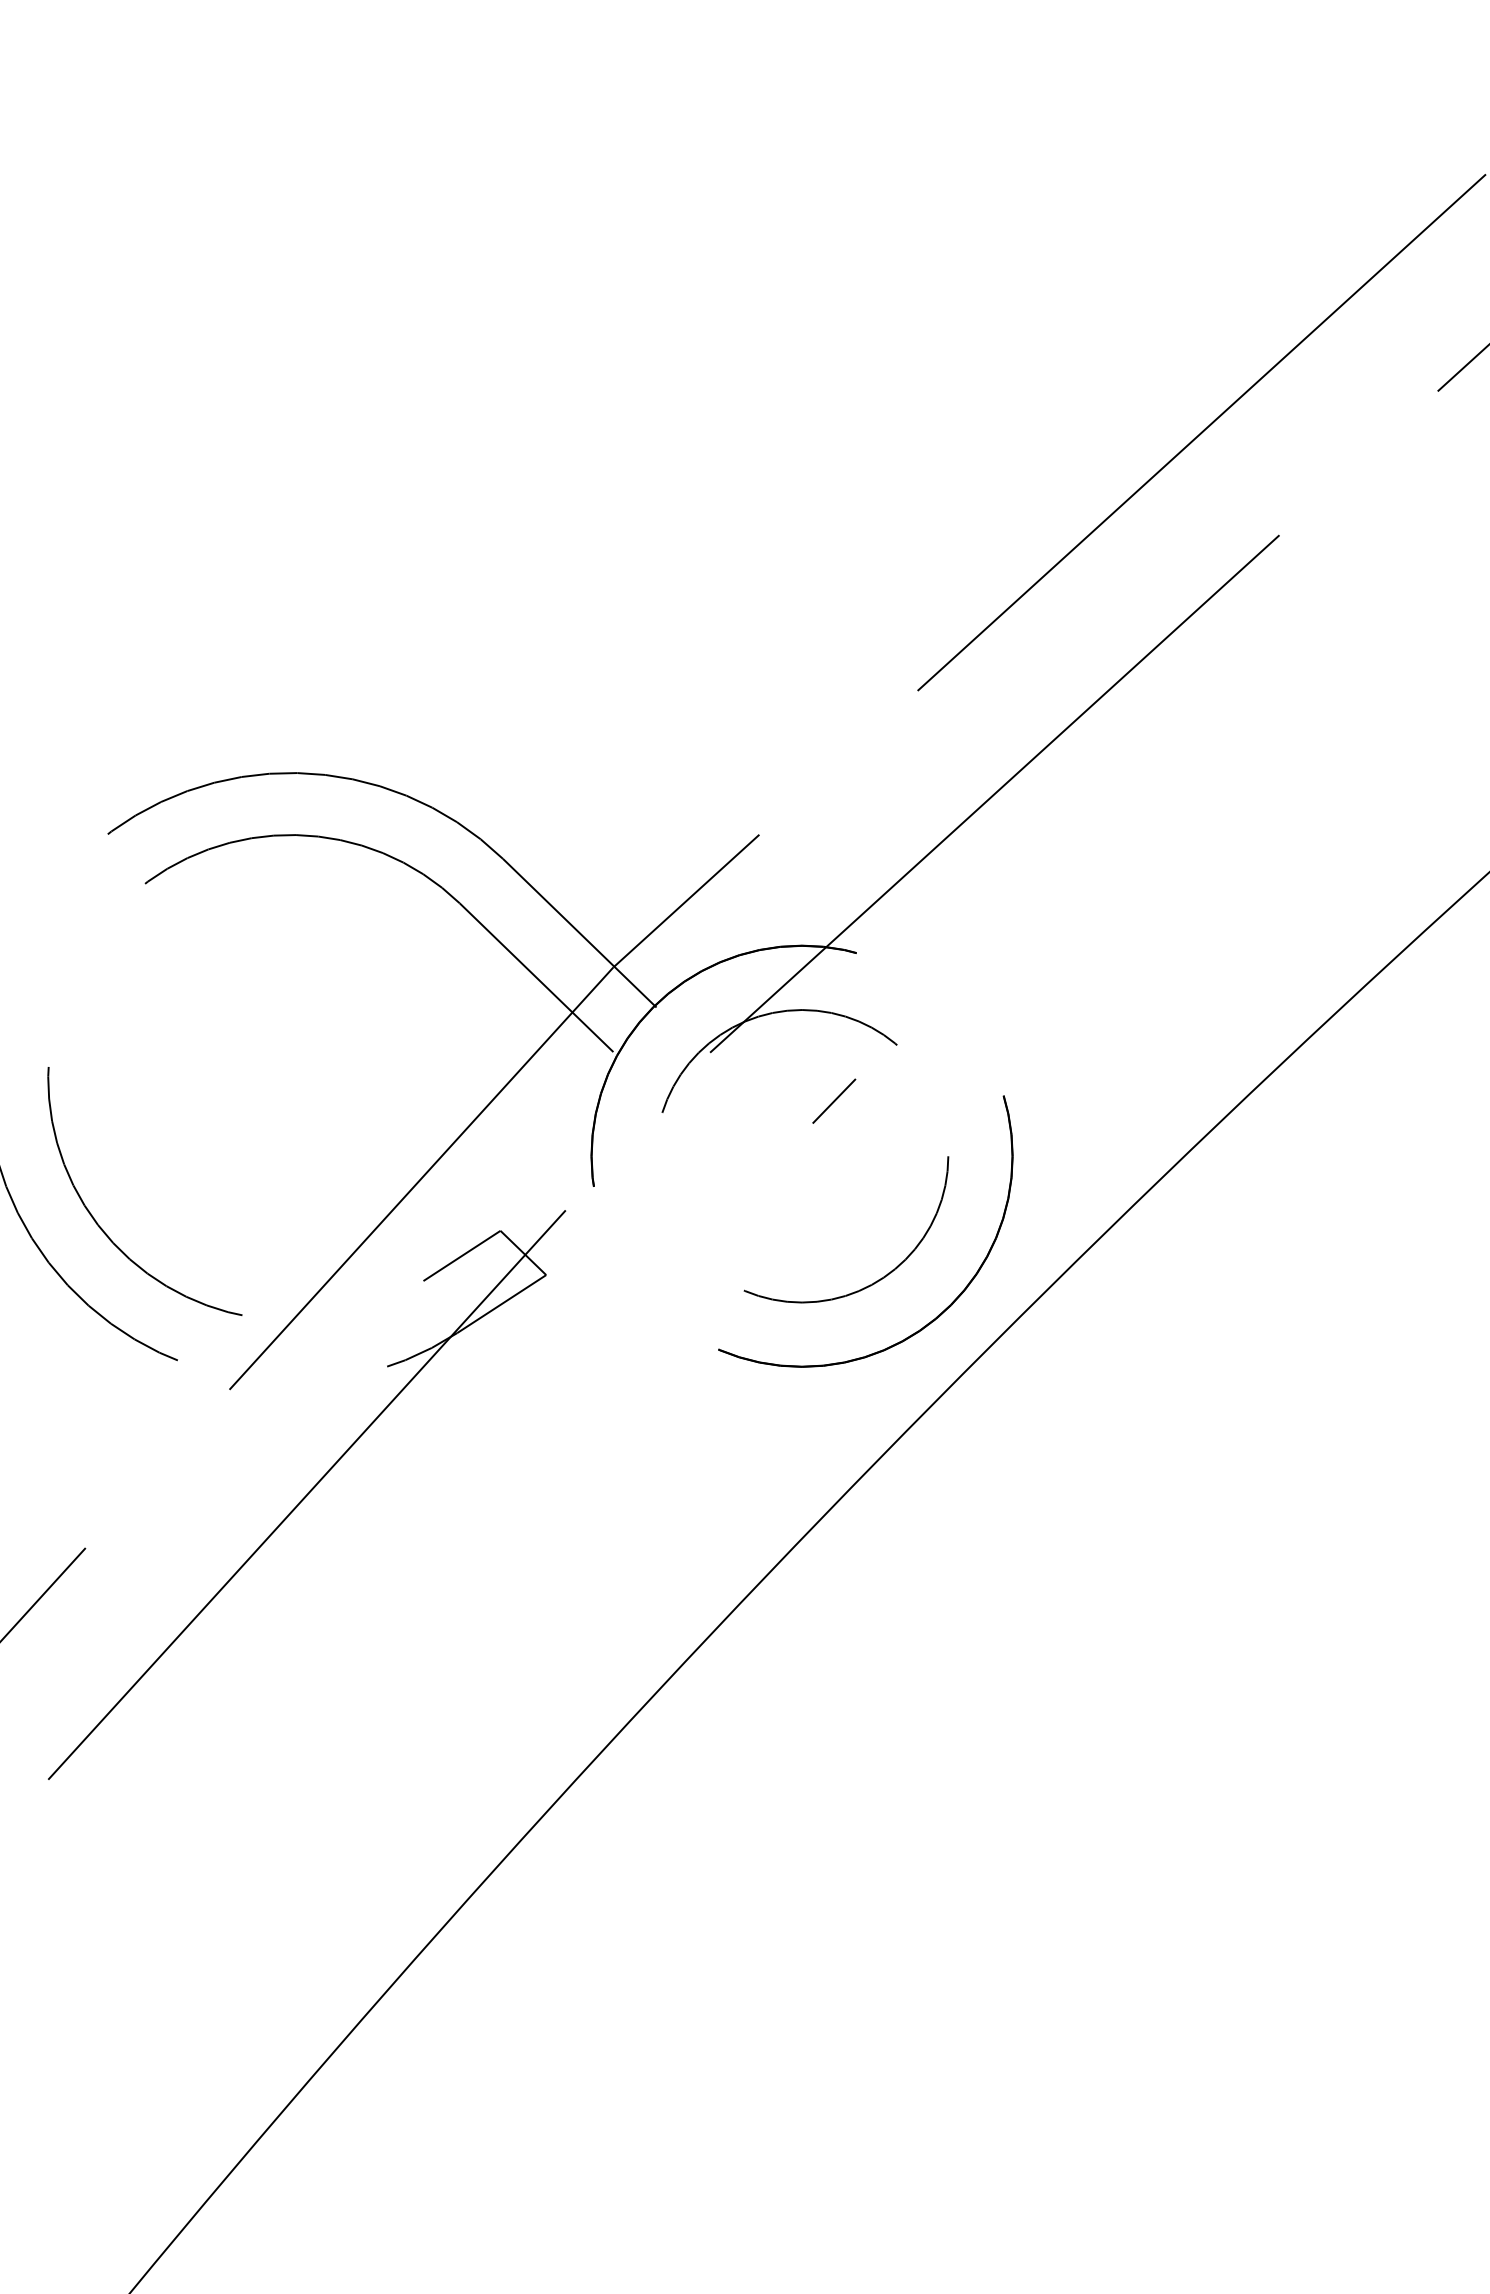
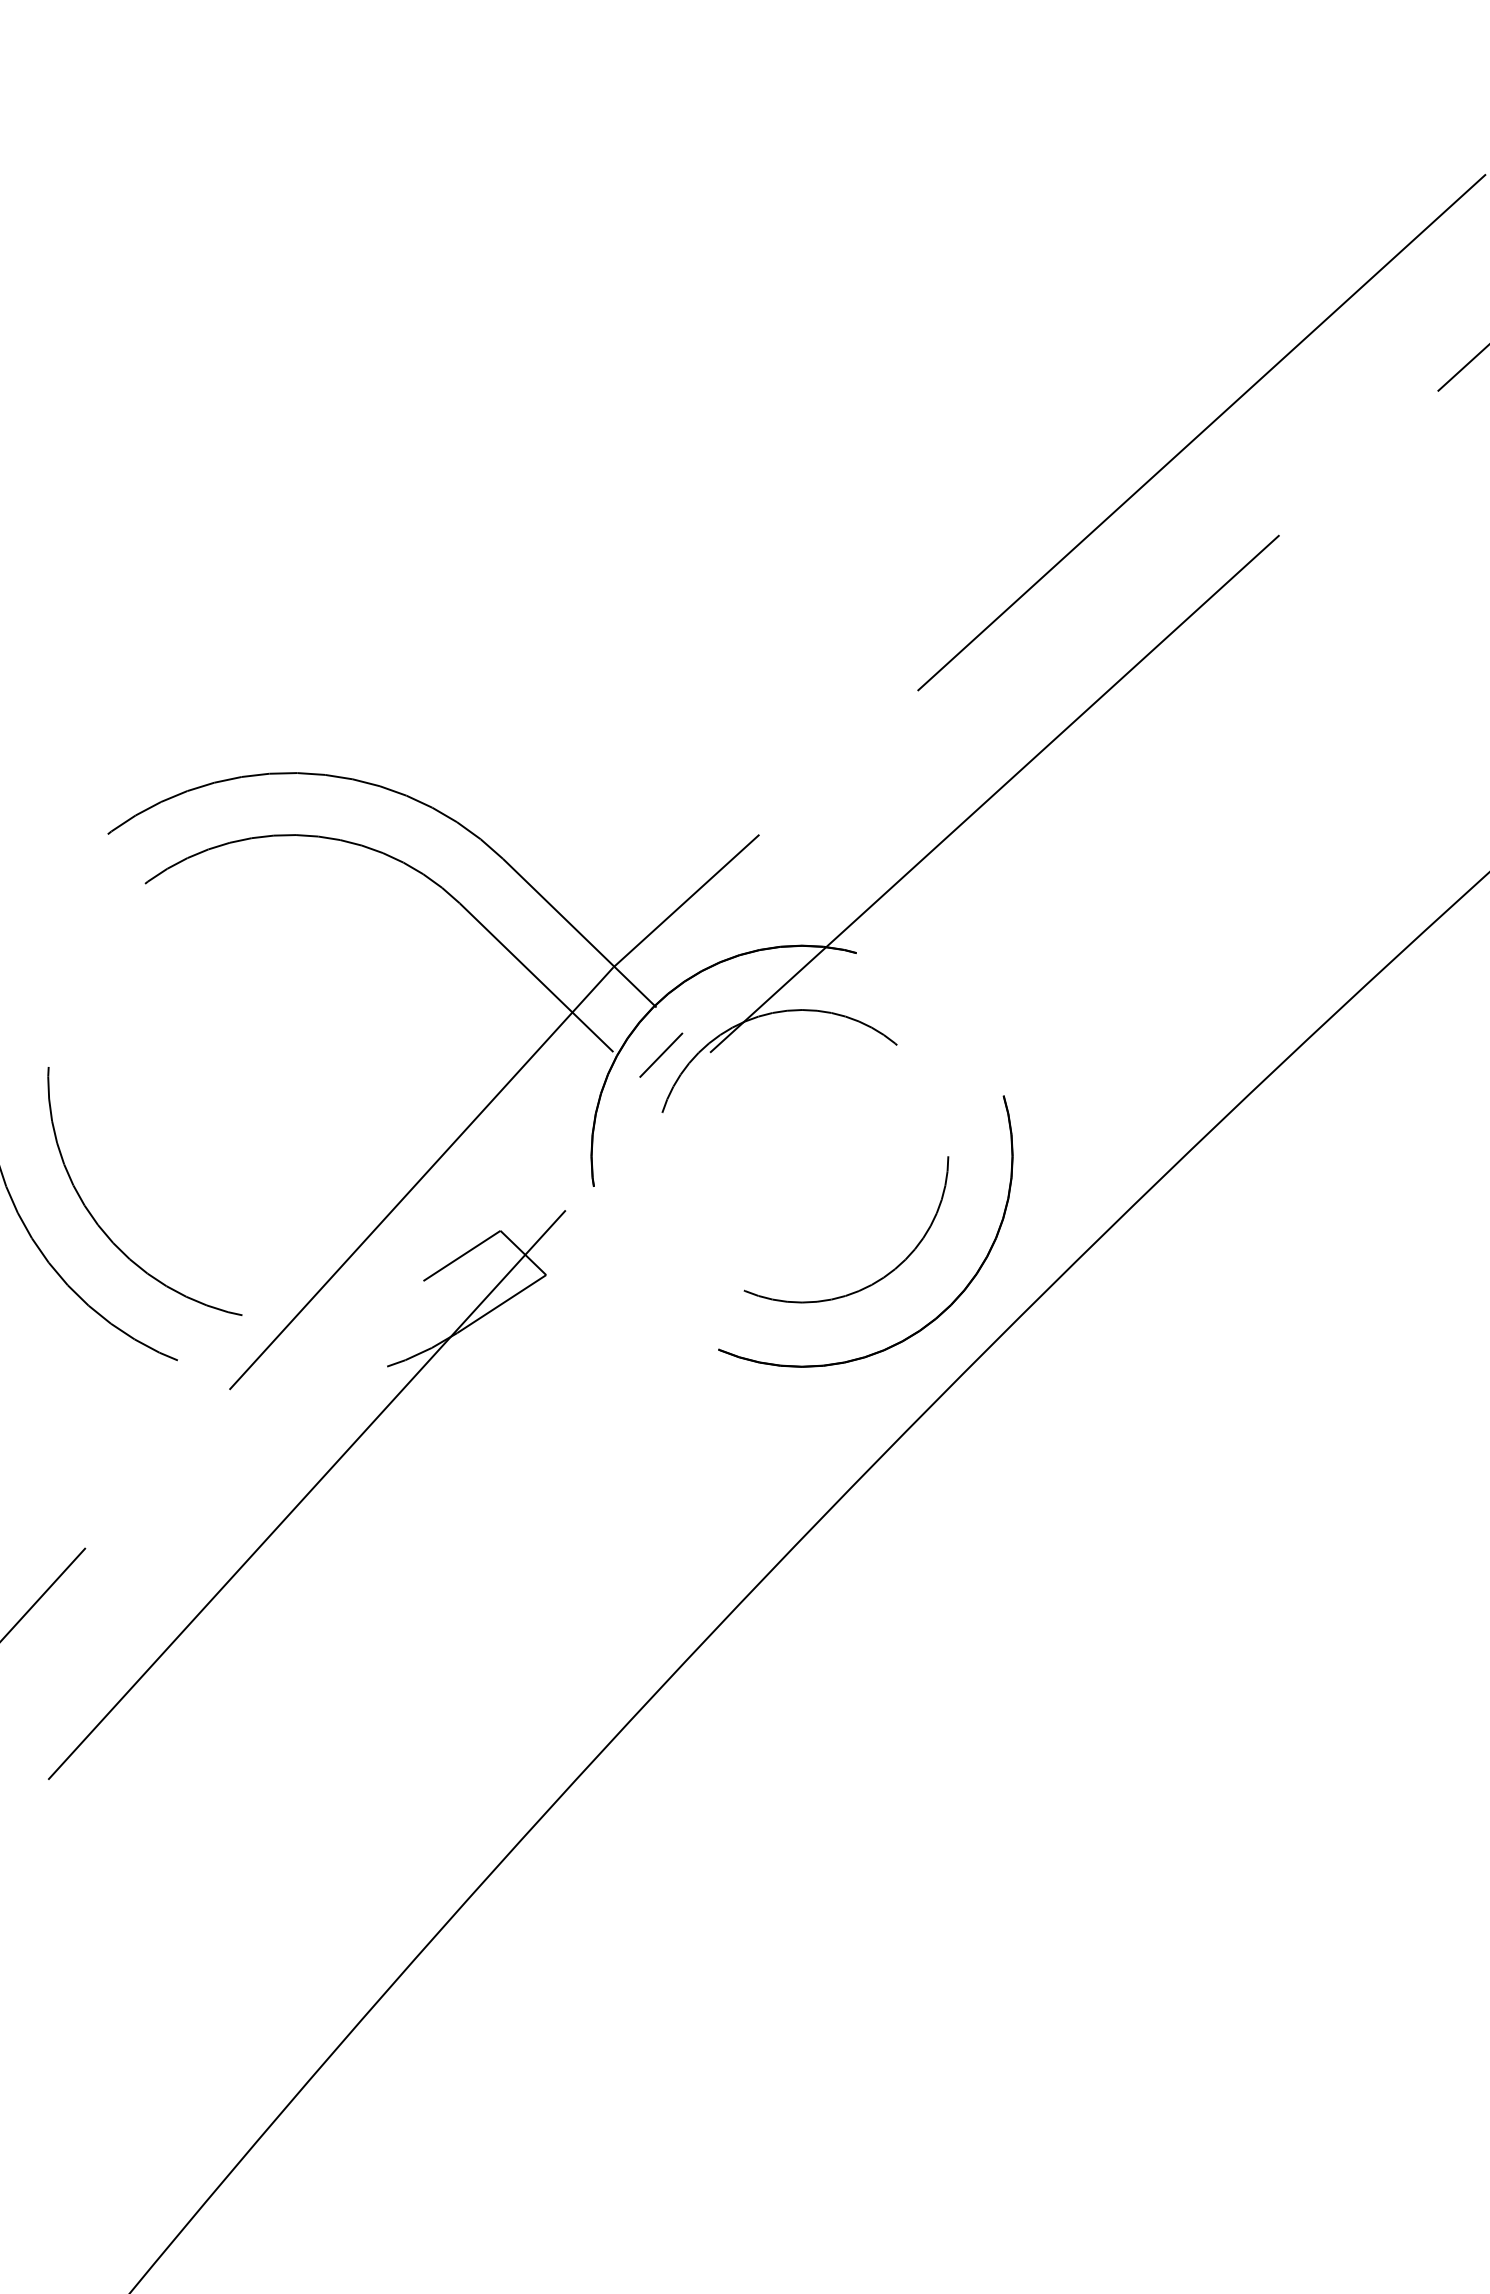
line at (834, 1100) position: (834, 1100) -> (661, 1054)
